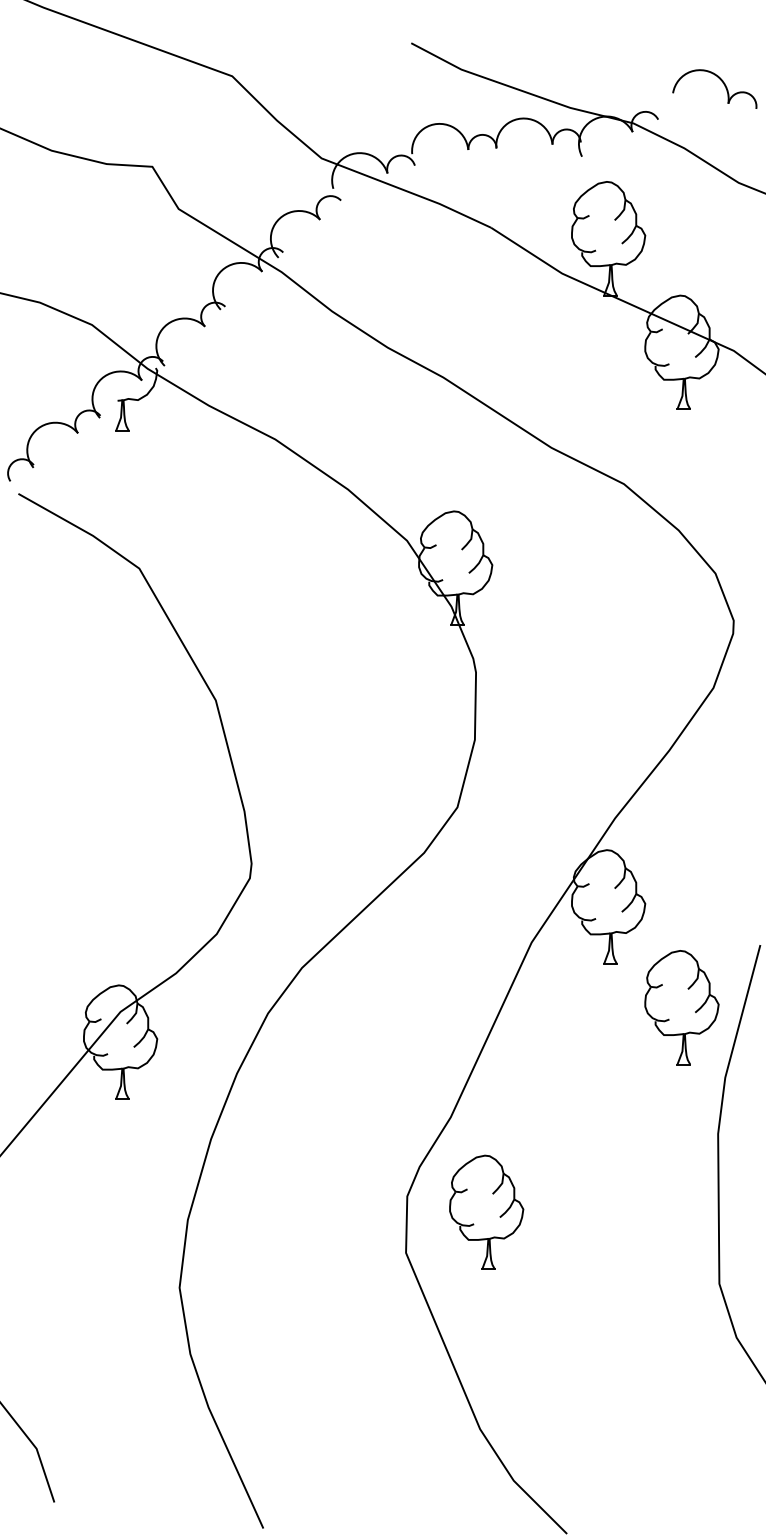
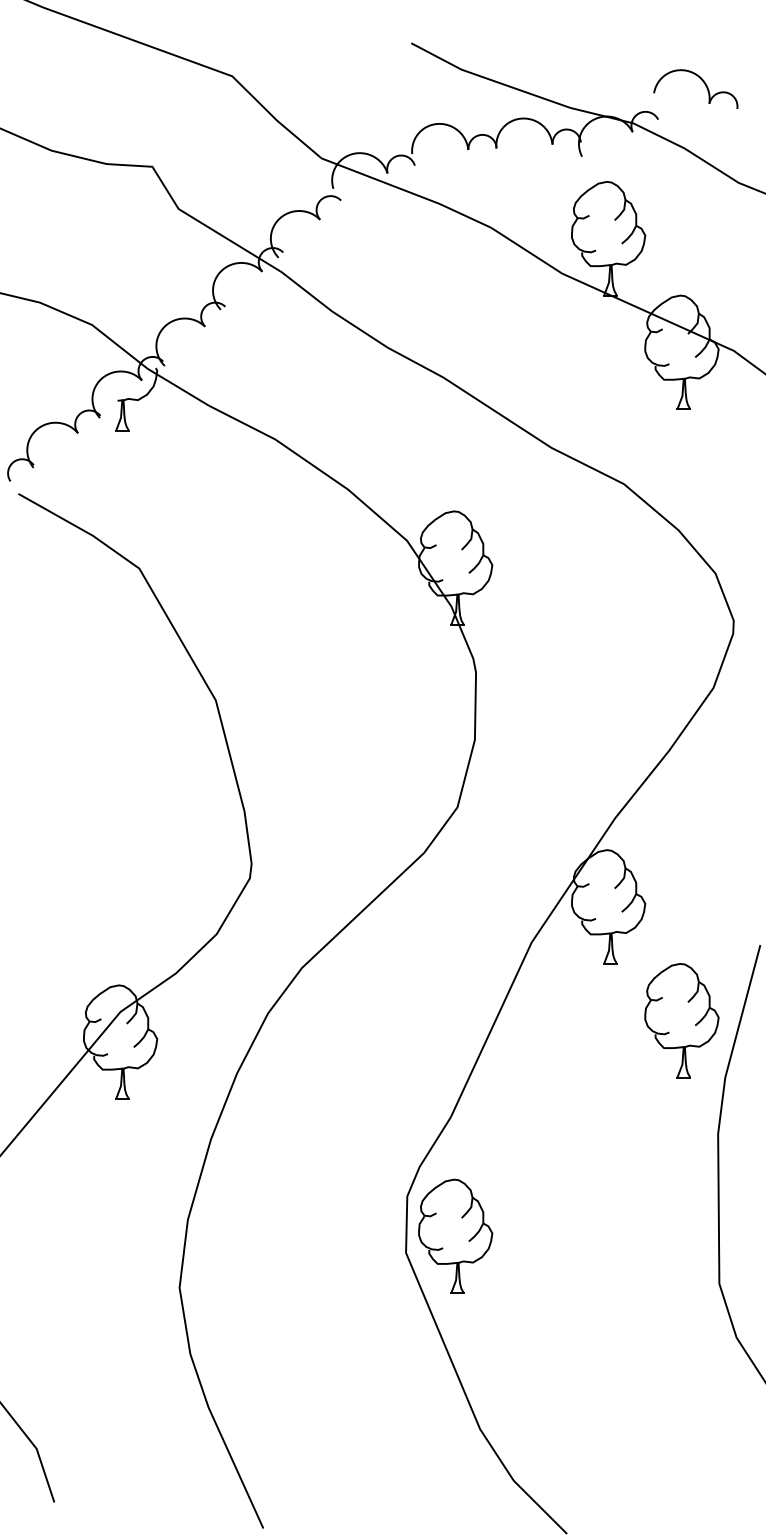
part at (723, 84) position: (723, 84) -> (704, 84)
part at (681, 1007) position: (681, 1007) -> (681, 1020)
part at (486, 1211) position: (486, 1211) -> (455, 1235)
